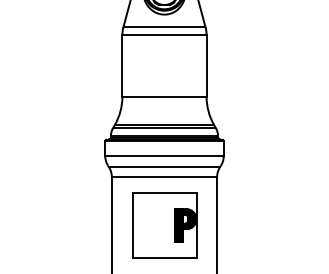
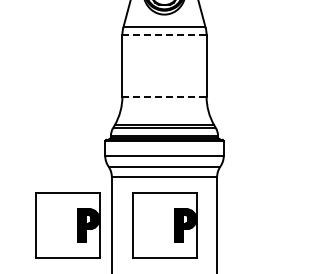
line at (164, 34): solid -> dashed
line at (164, 96): solid -> dashed
part at (67, 225): none -> present
